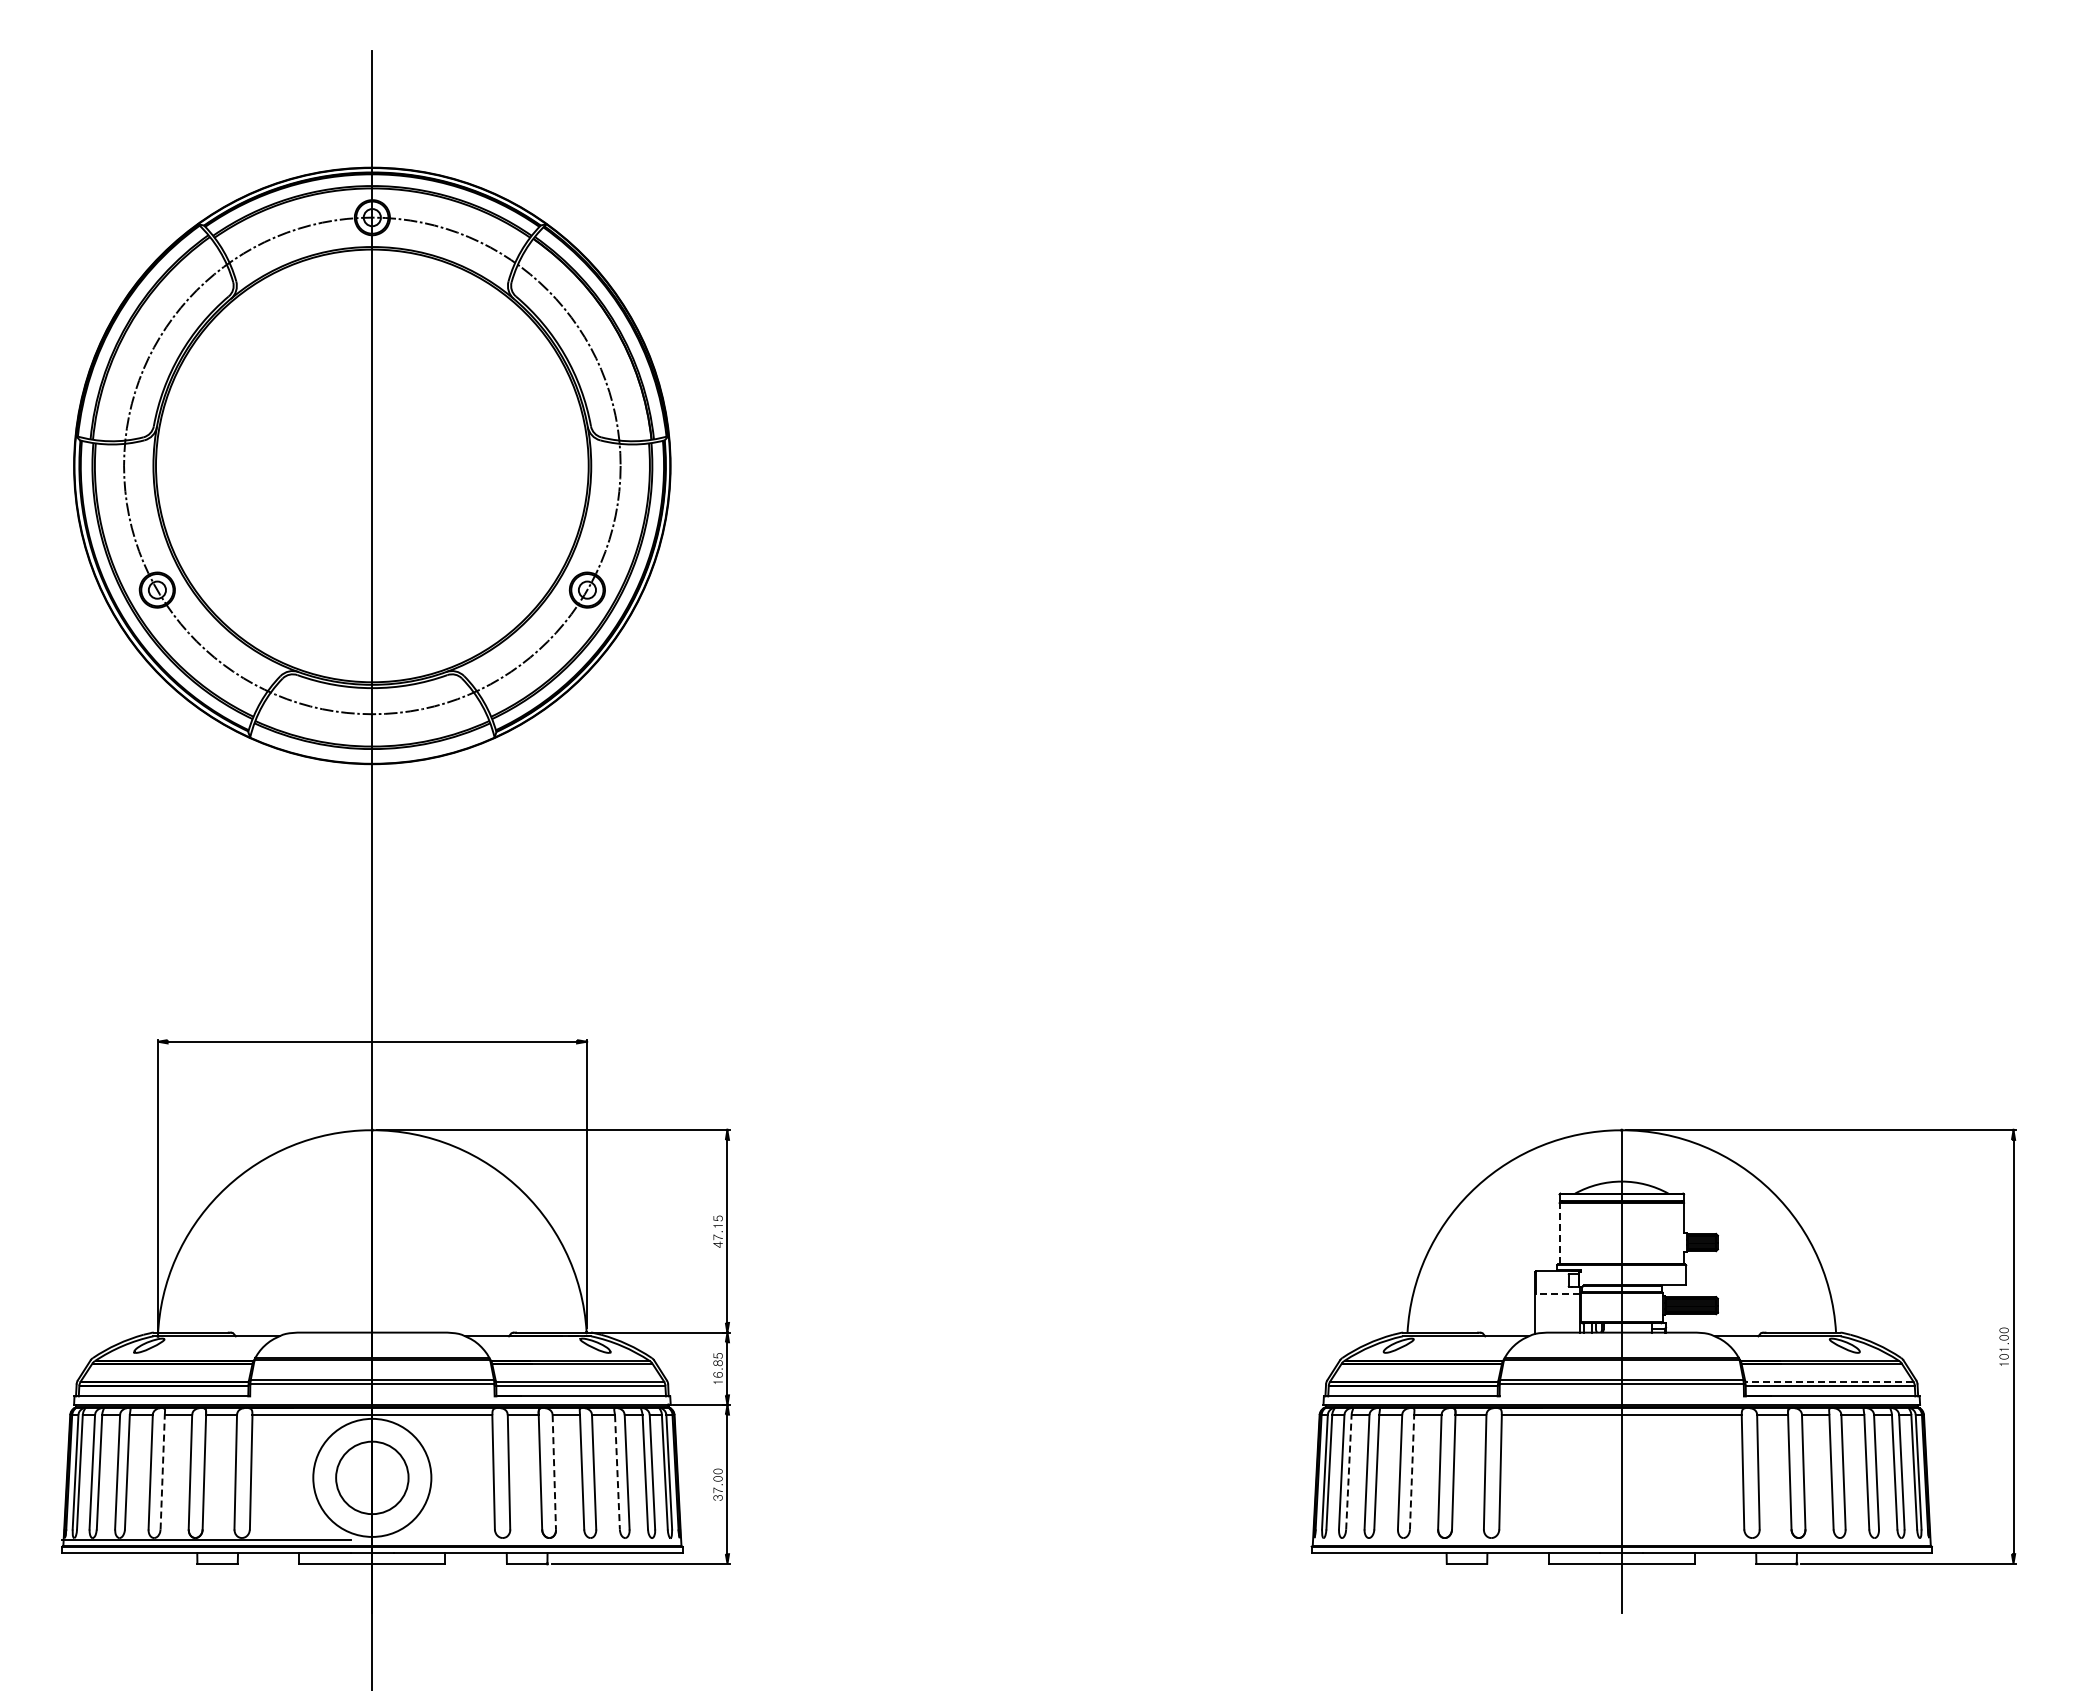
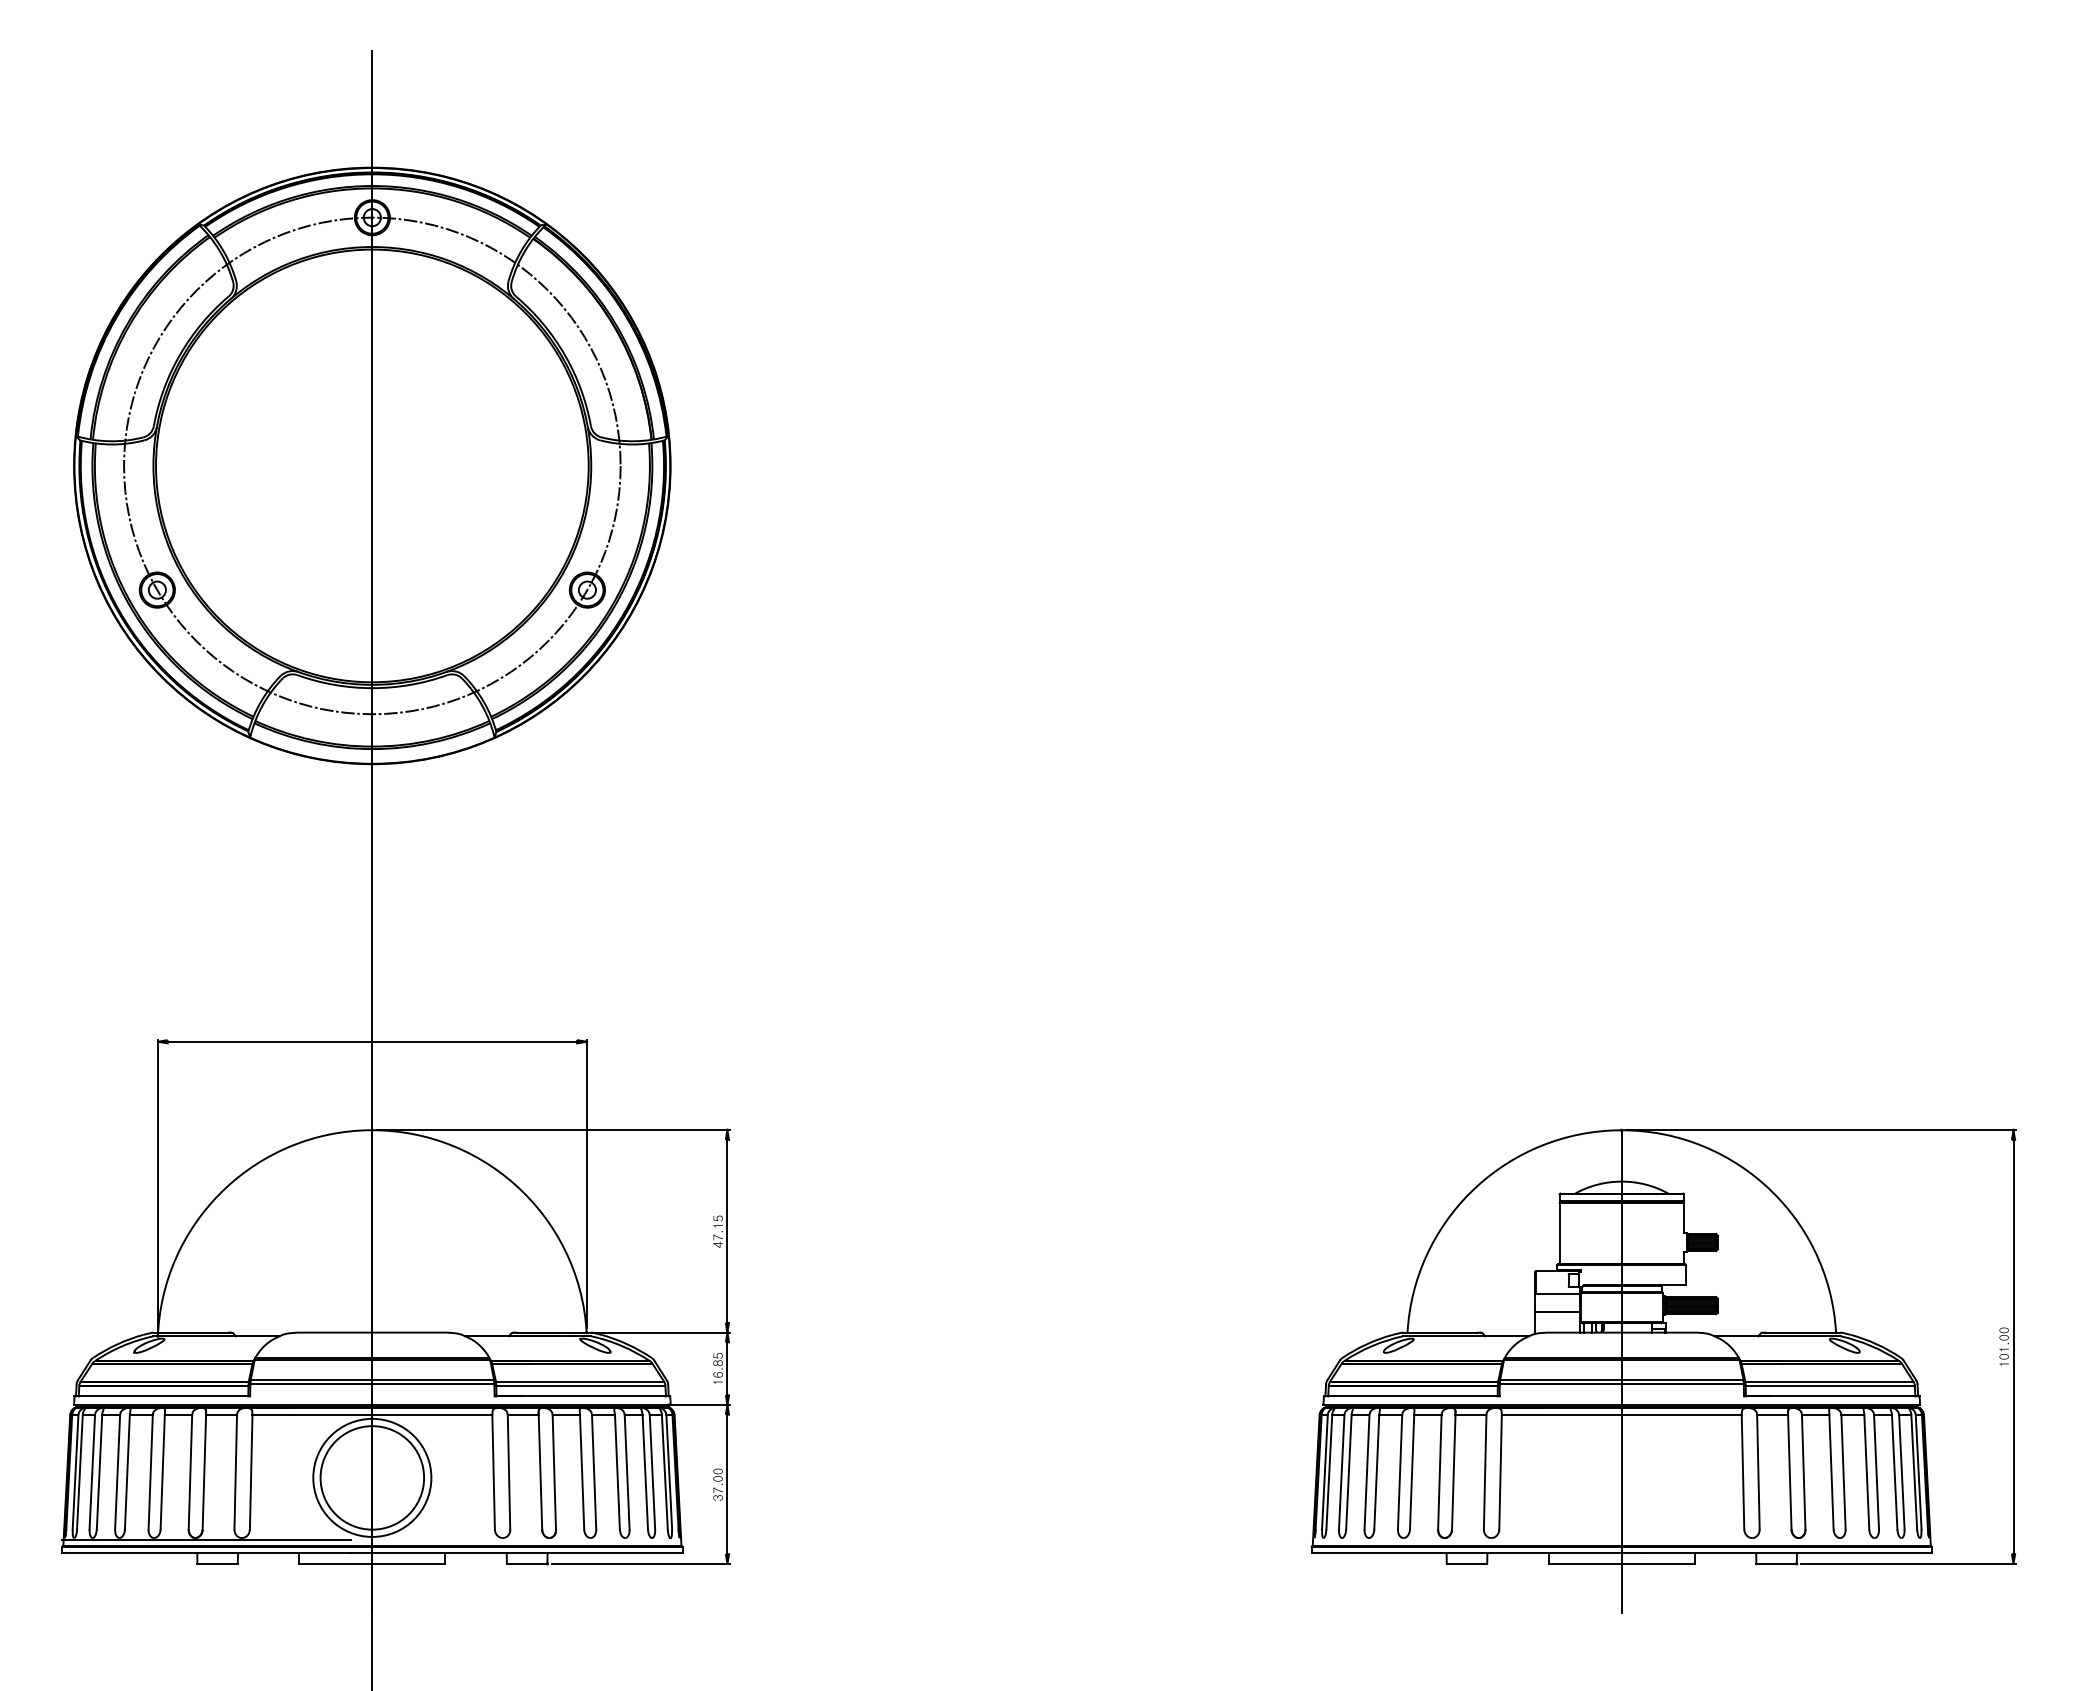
line at (1559, 1232): dashed -> solid
line at (1557, 1294): dashed -> solid
line at (1557, 1311): none -> present
line at (1828, 1381): dashed -> solid
line at (162, 1471): dashed -> solid
line at (1348, 1471): dashed -> solid
line at (1412, 1471): dashed -> solid
line at (554, 1472): dashed -> solid
line at (617, 1472): dashed -> solid
circle at (372, 1477) diameter: 72 px -> 104 px
